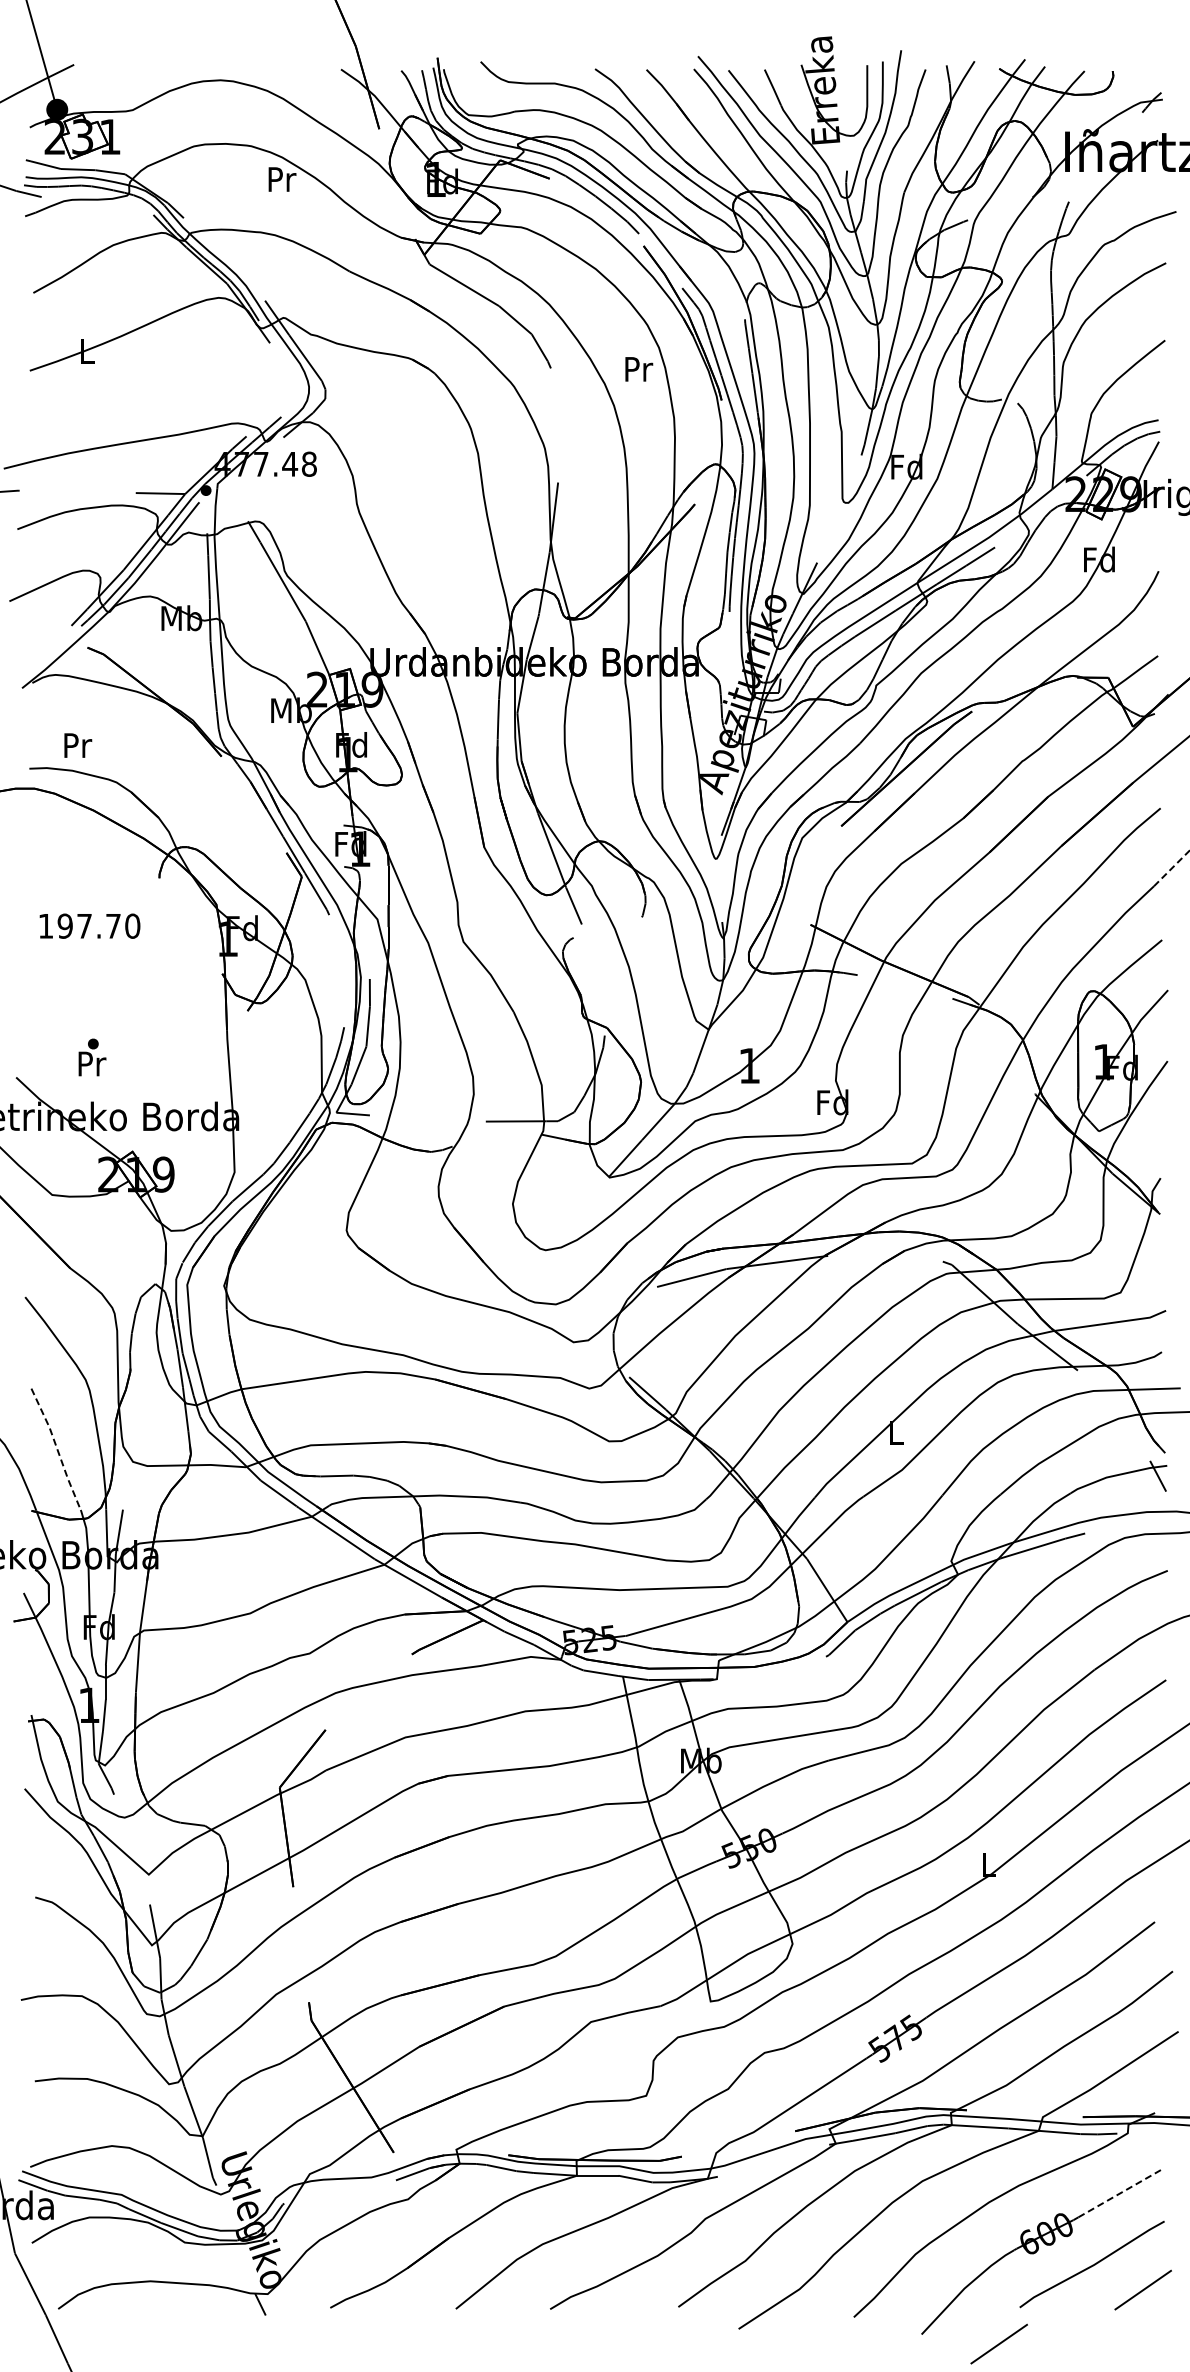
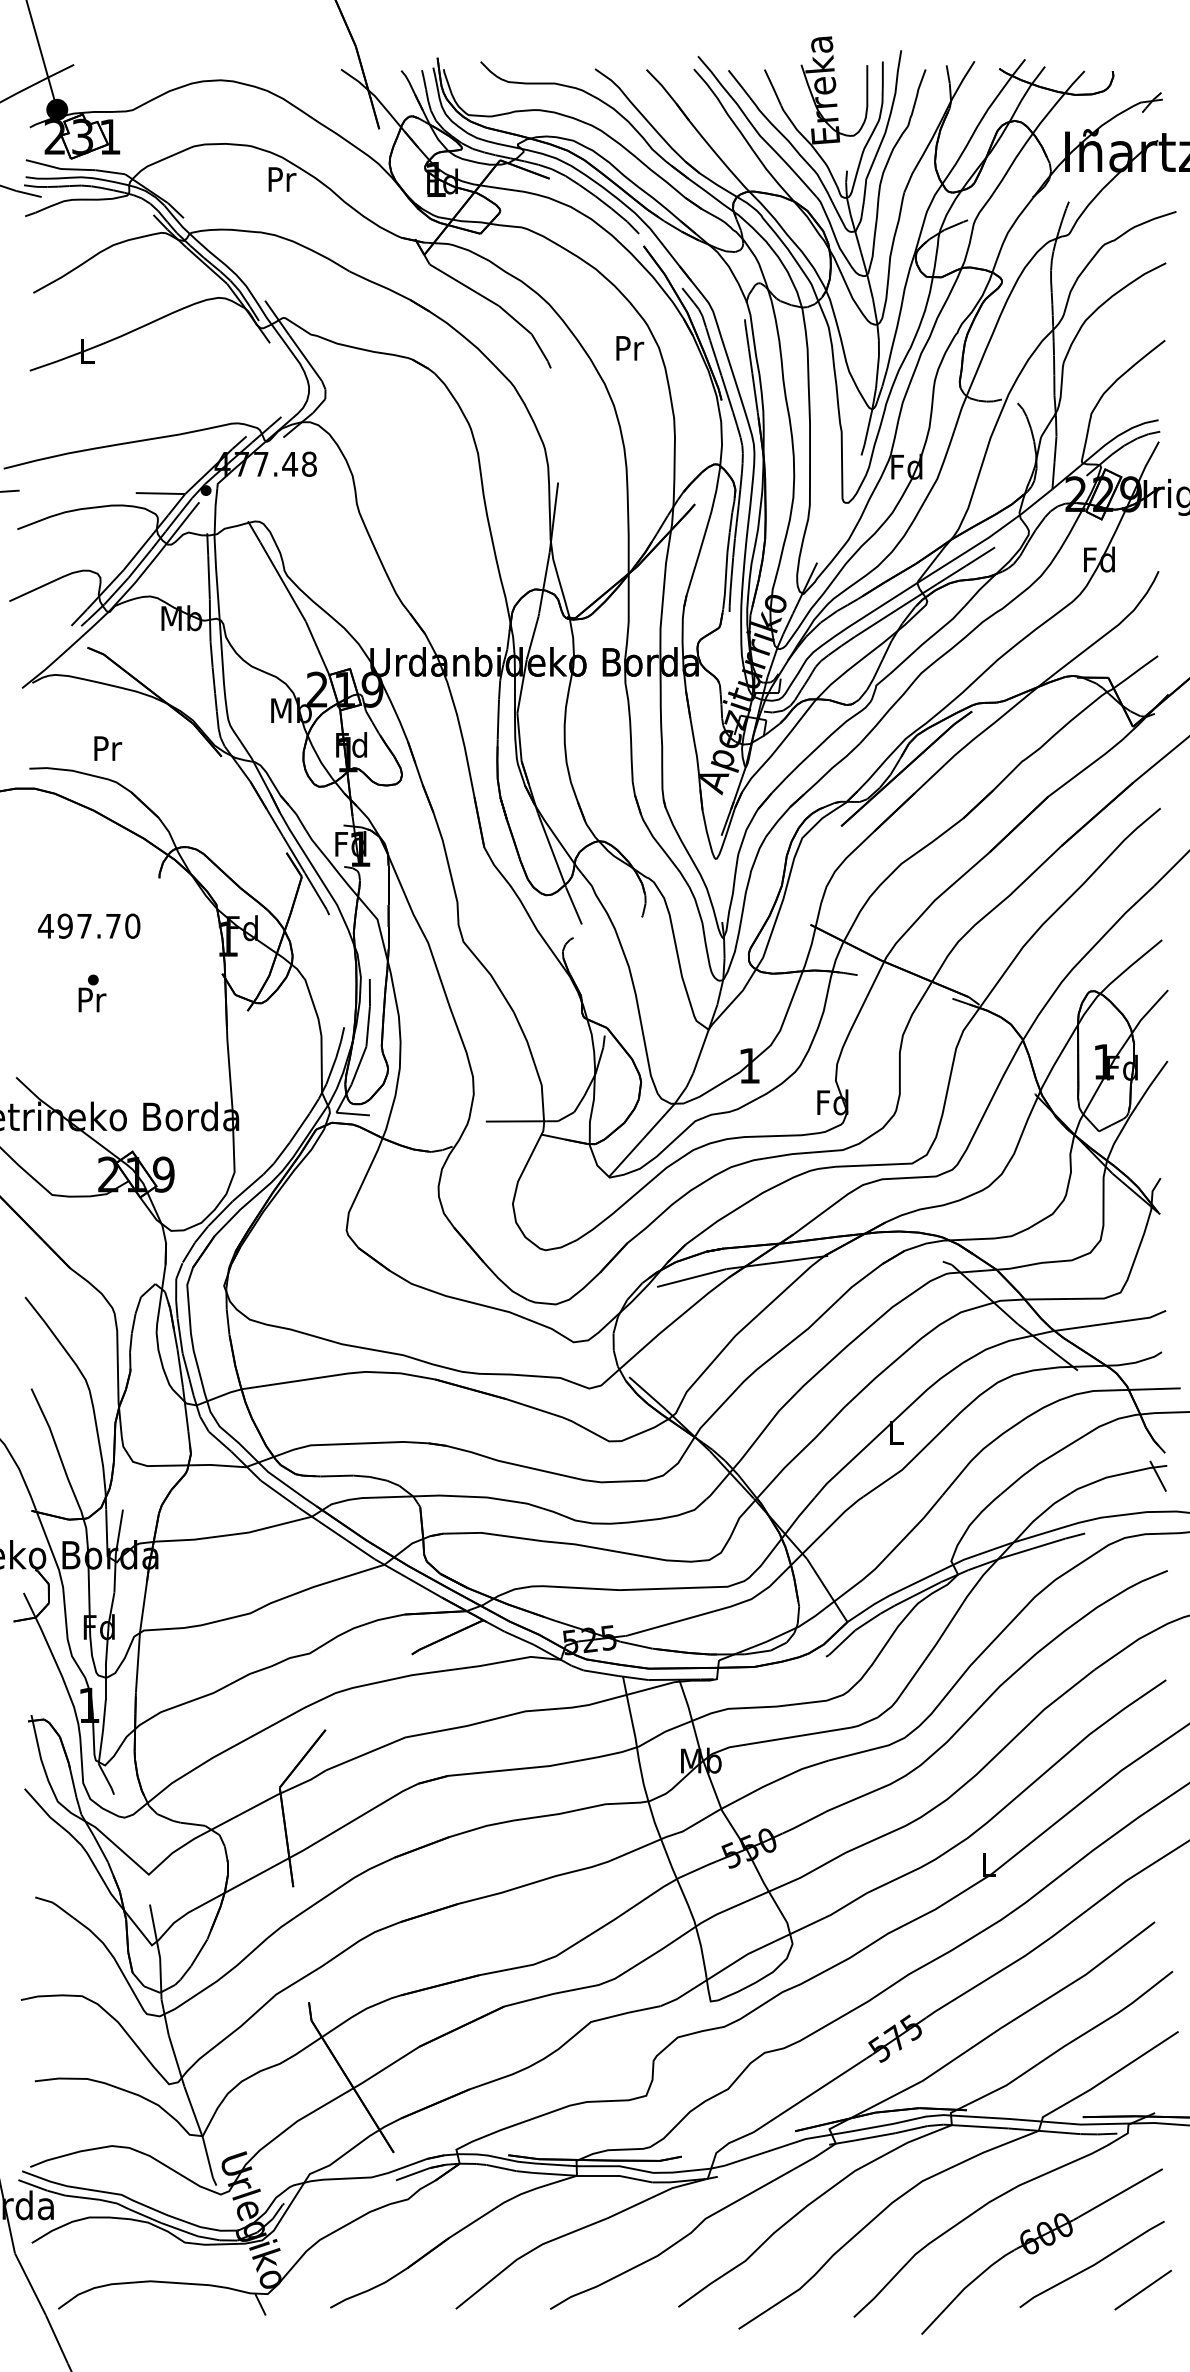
text at (639, 369) position: (639, 369) -> (630, 348)
text at (78, 745) position: (78, 745) -> (108, 748)
line at (1172, 868): dashed -> solid
text at (45, 926): 197.70 -> 497.70
text at (92, 1057) position: (92, 1057) -> (92, 993)
line at (57, 1448): dashed -> solid
line at (1120, 2193): dashed -> solid
line at (998, 2343): present -> none
